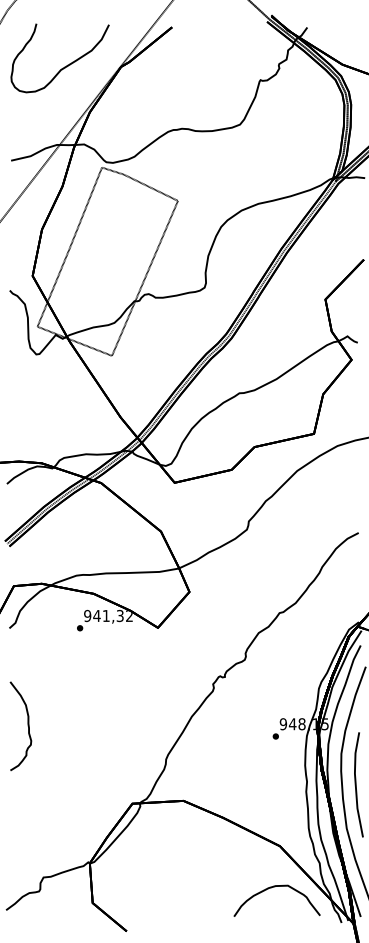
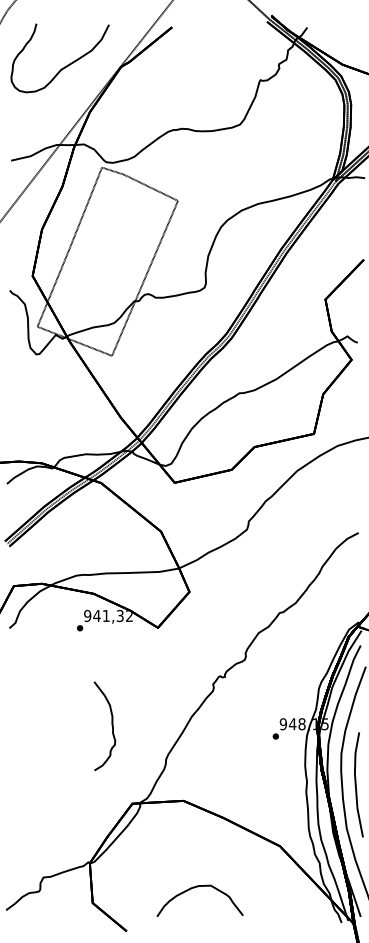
curve at (27, 726) position: (27, 726) -> (111, 726)
curve at (271, 888) position: (271, 888) -> (194, 888)
